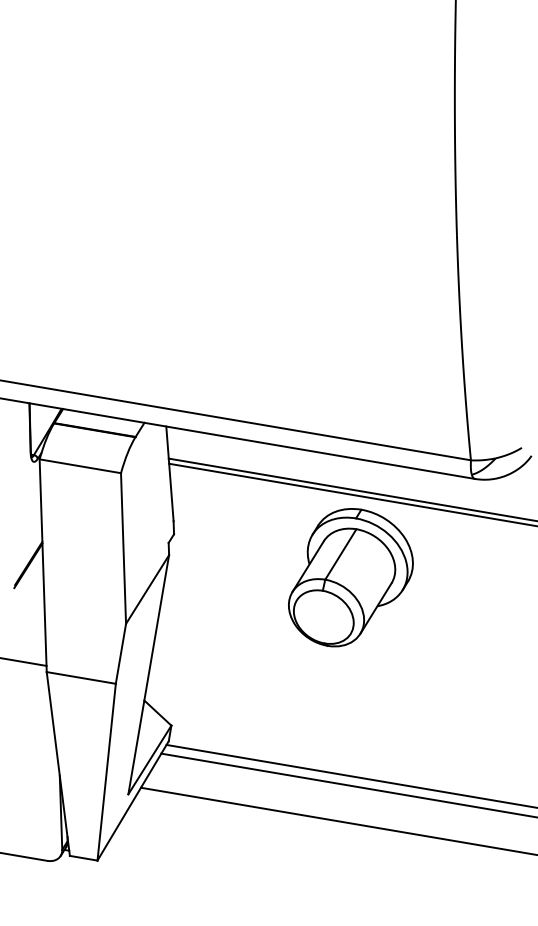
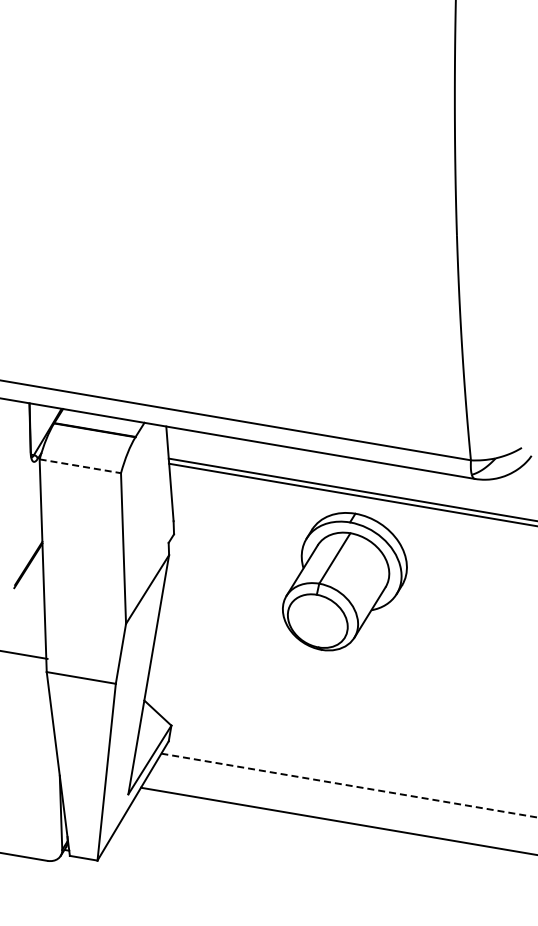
line at (80, 466): solid -> dashed
part at (350, 577) position: (350, 577) -> (344, 581)
line at (24, 661) position: (24, 661) -> (24, 654)
line at (350, 775): present -> none
line at (349, 785): solid -> dashed
